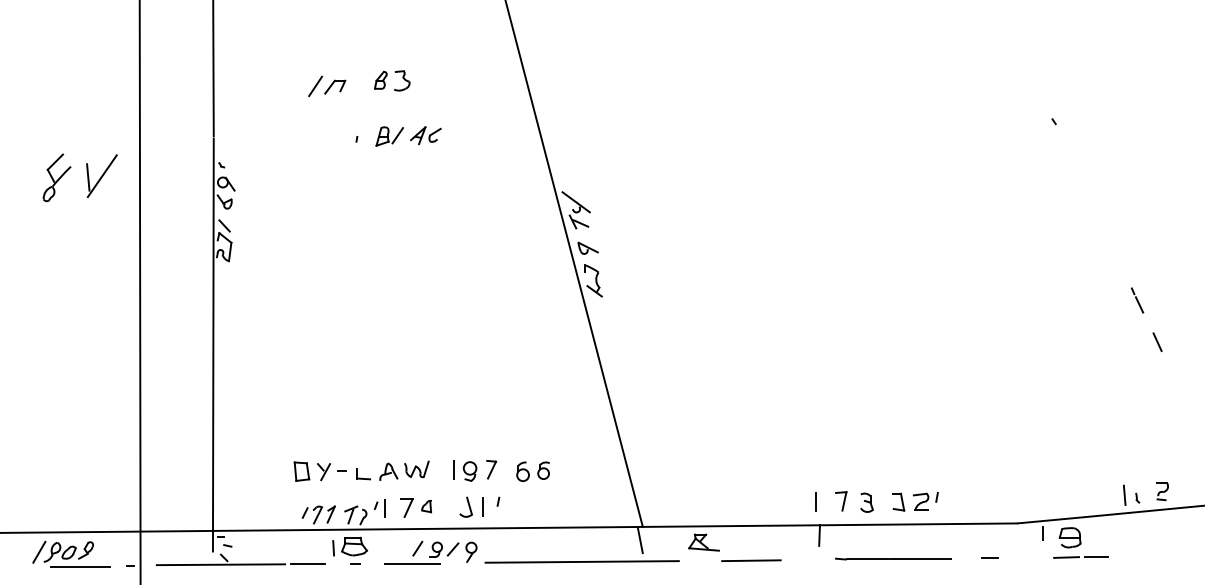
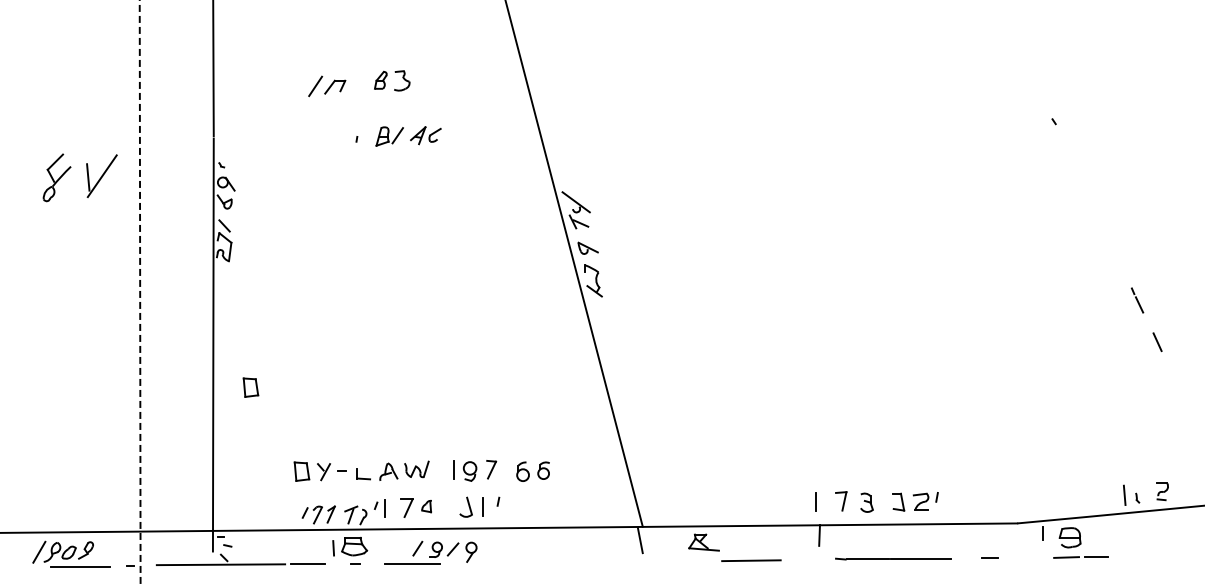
line at (140, 292): solid -> dashed
part at (250, 387): none -> present
line at (581, 561): present -> none
